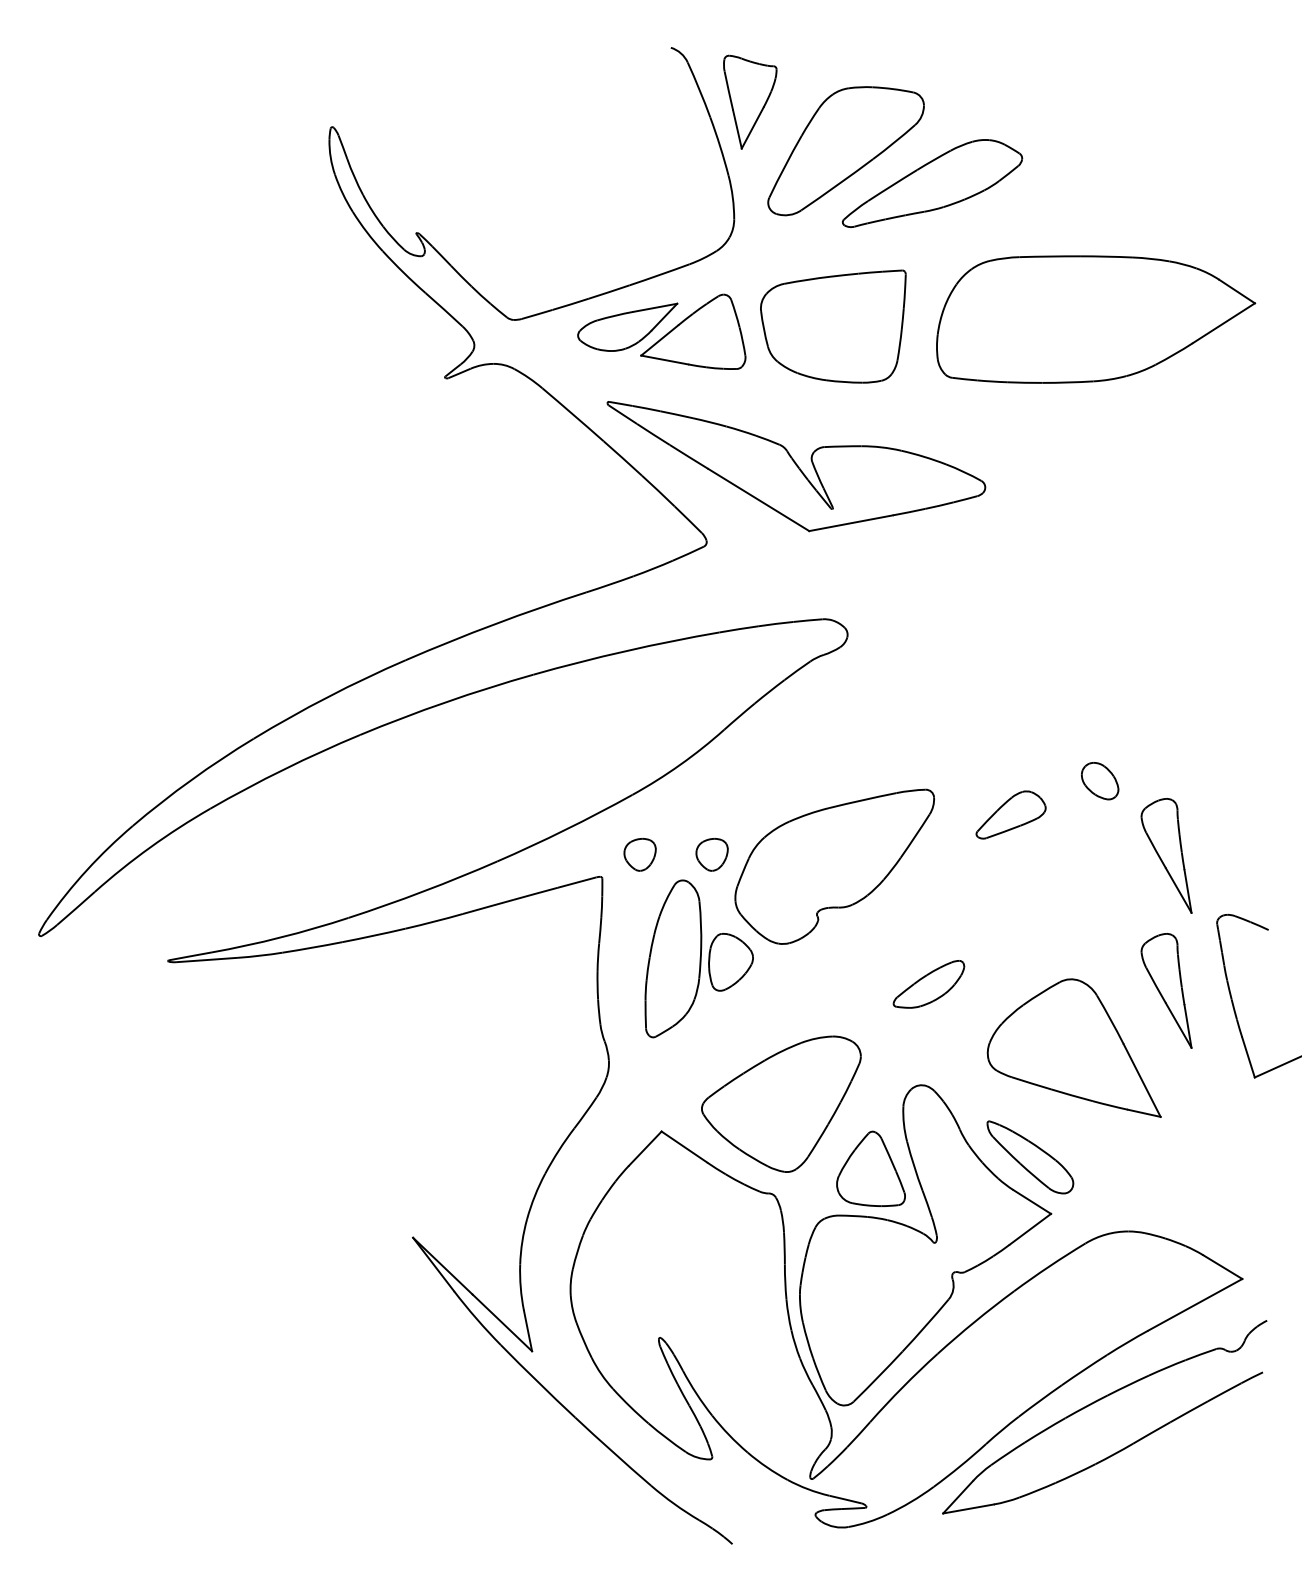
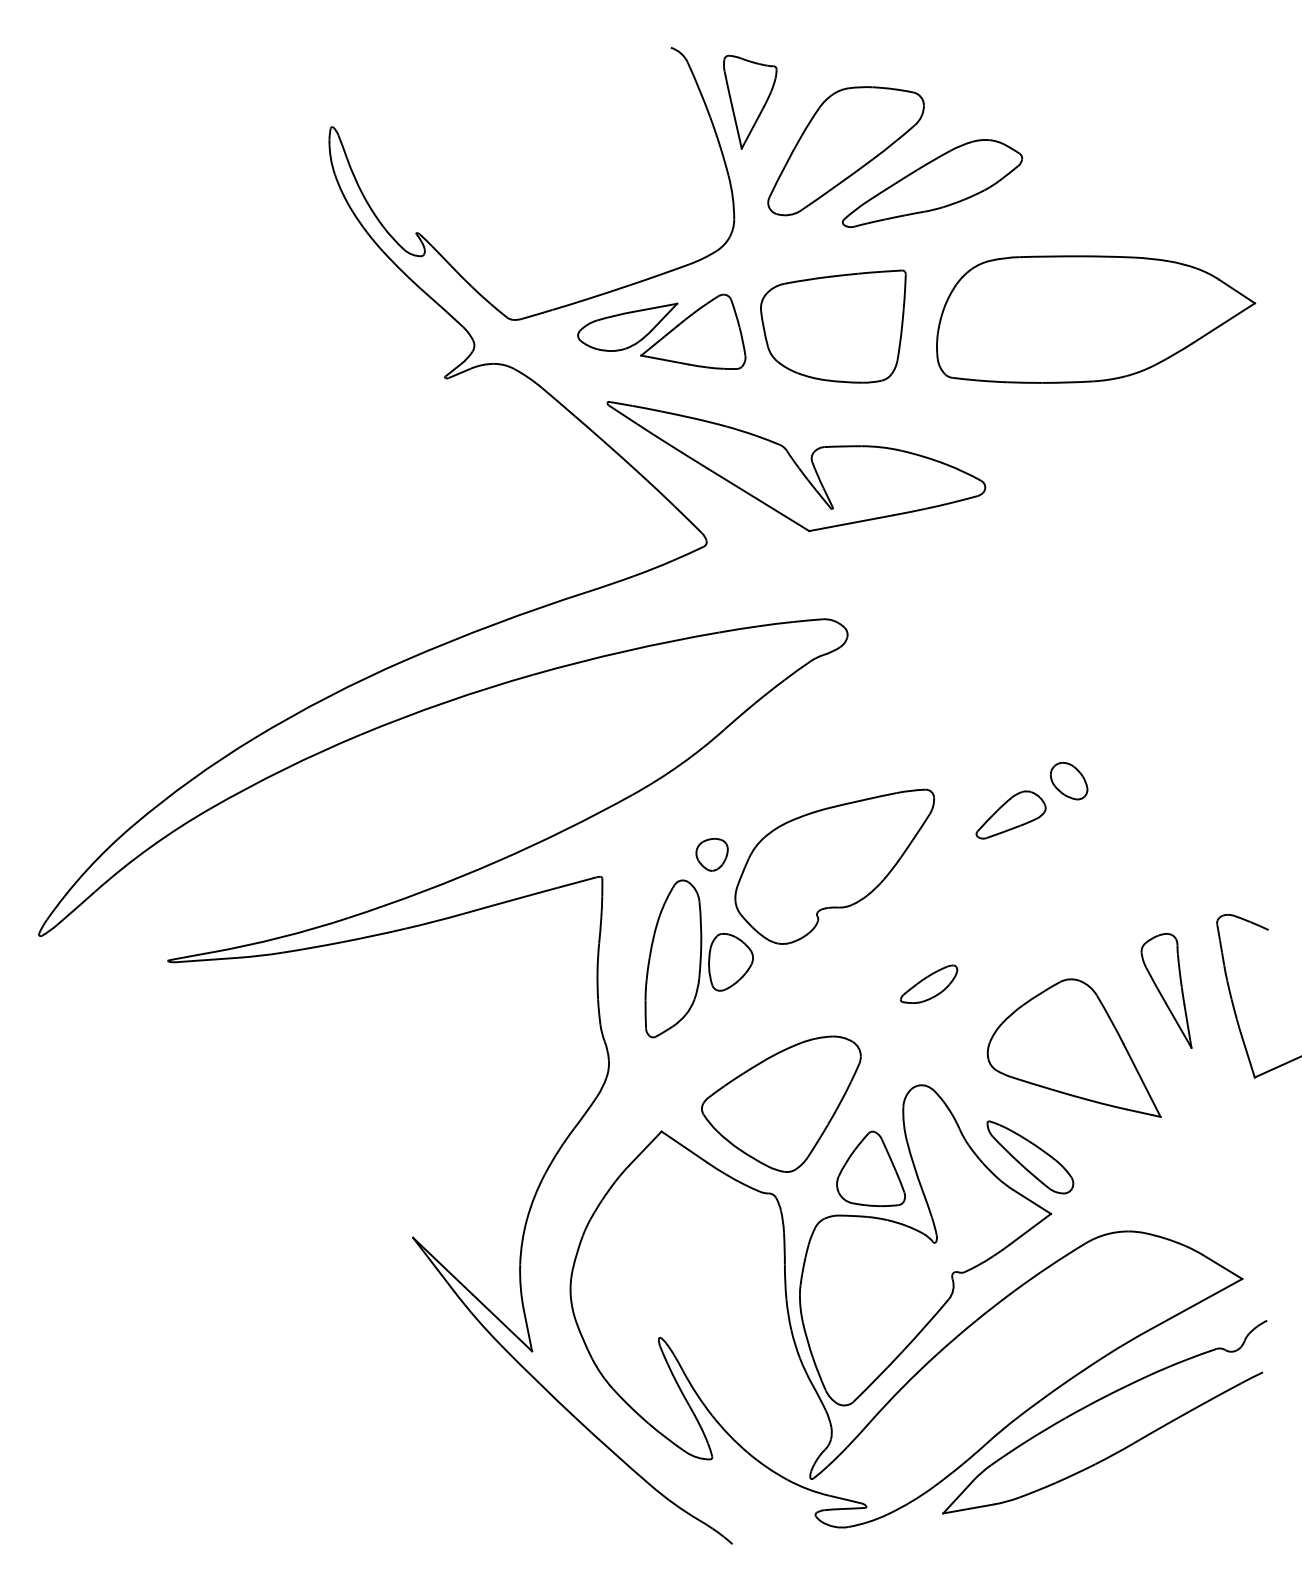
part at (1100, 781) position: (1100, 781) -> (1069, 781)
part at (639, 854): present -> none
part at (1166, 855): present -> none
part at (928, 984) size: 74x49 px -> 59x40 px
